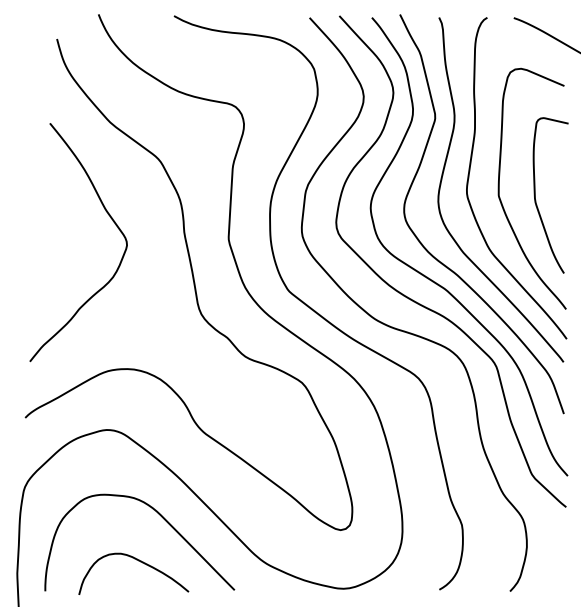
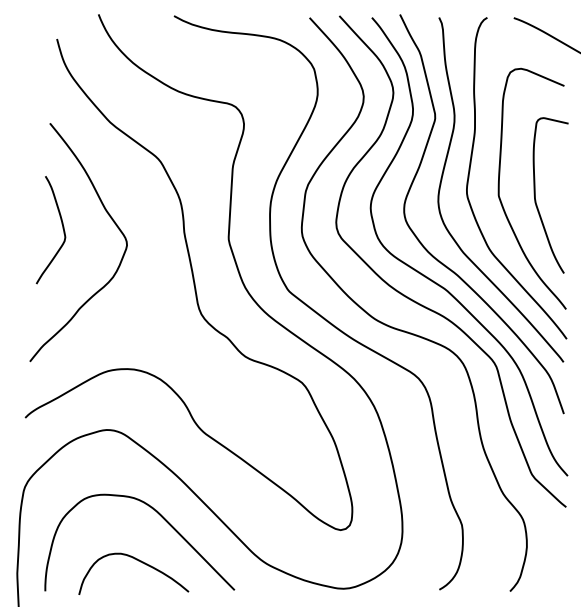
curve at (62, 228): none -> present
